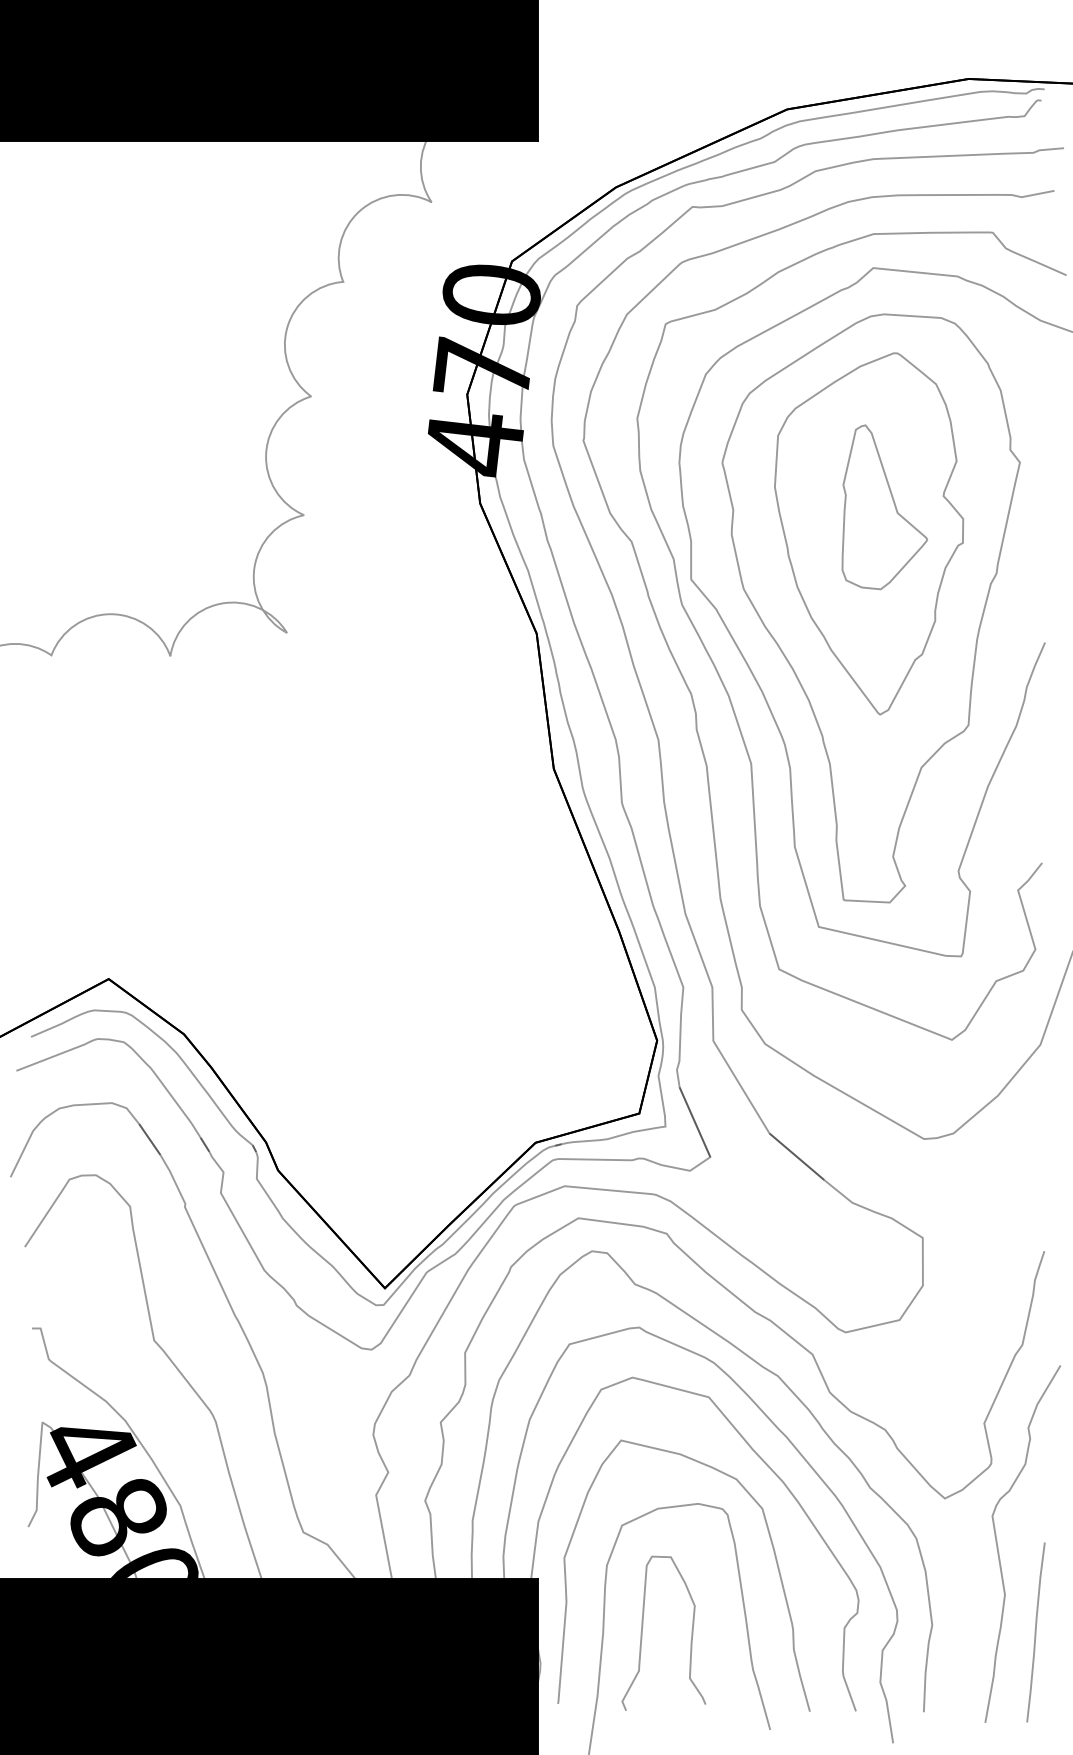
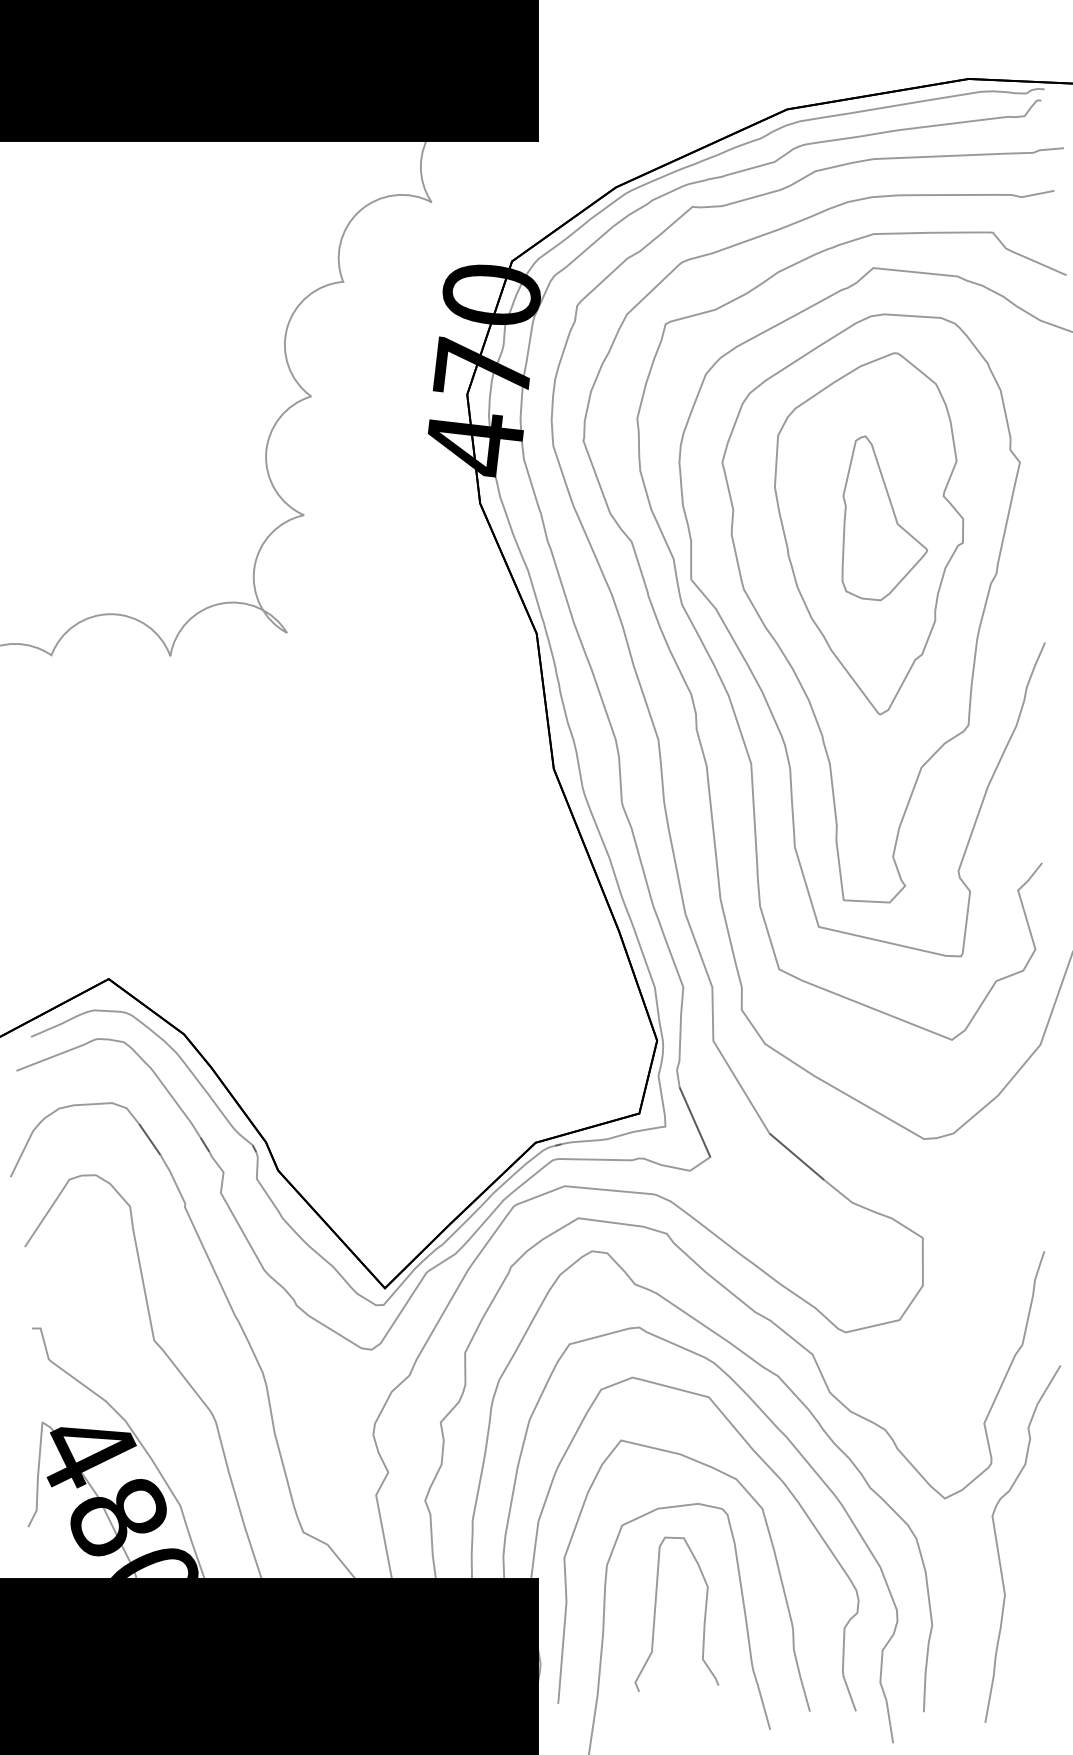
part at (884, 506) position: (884, 506) -> (884, 517)
curve at (642, 1632) position: (642, 1632) -> (655, 1613)
curve at (1035, 1632): present -> none
